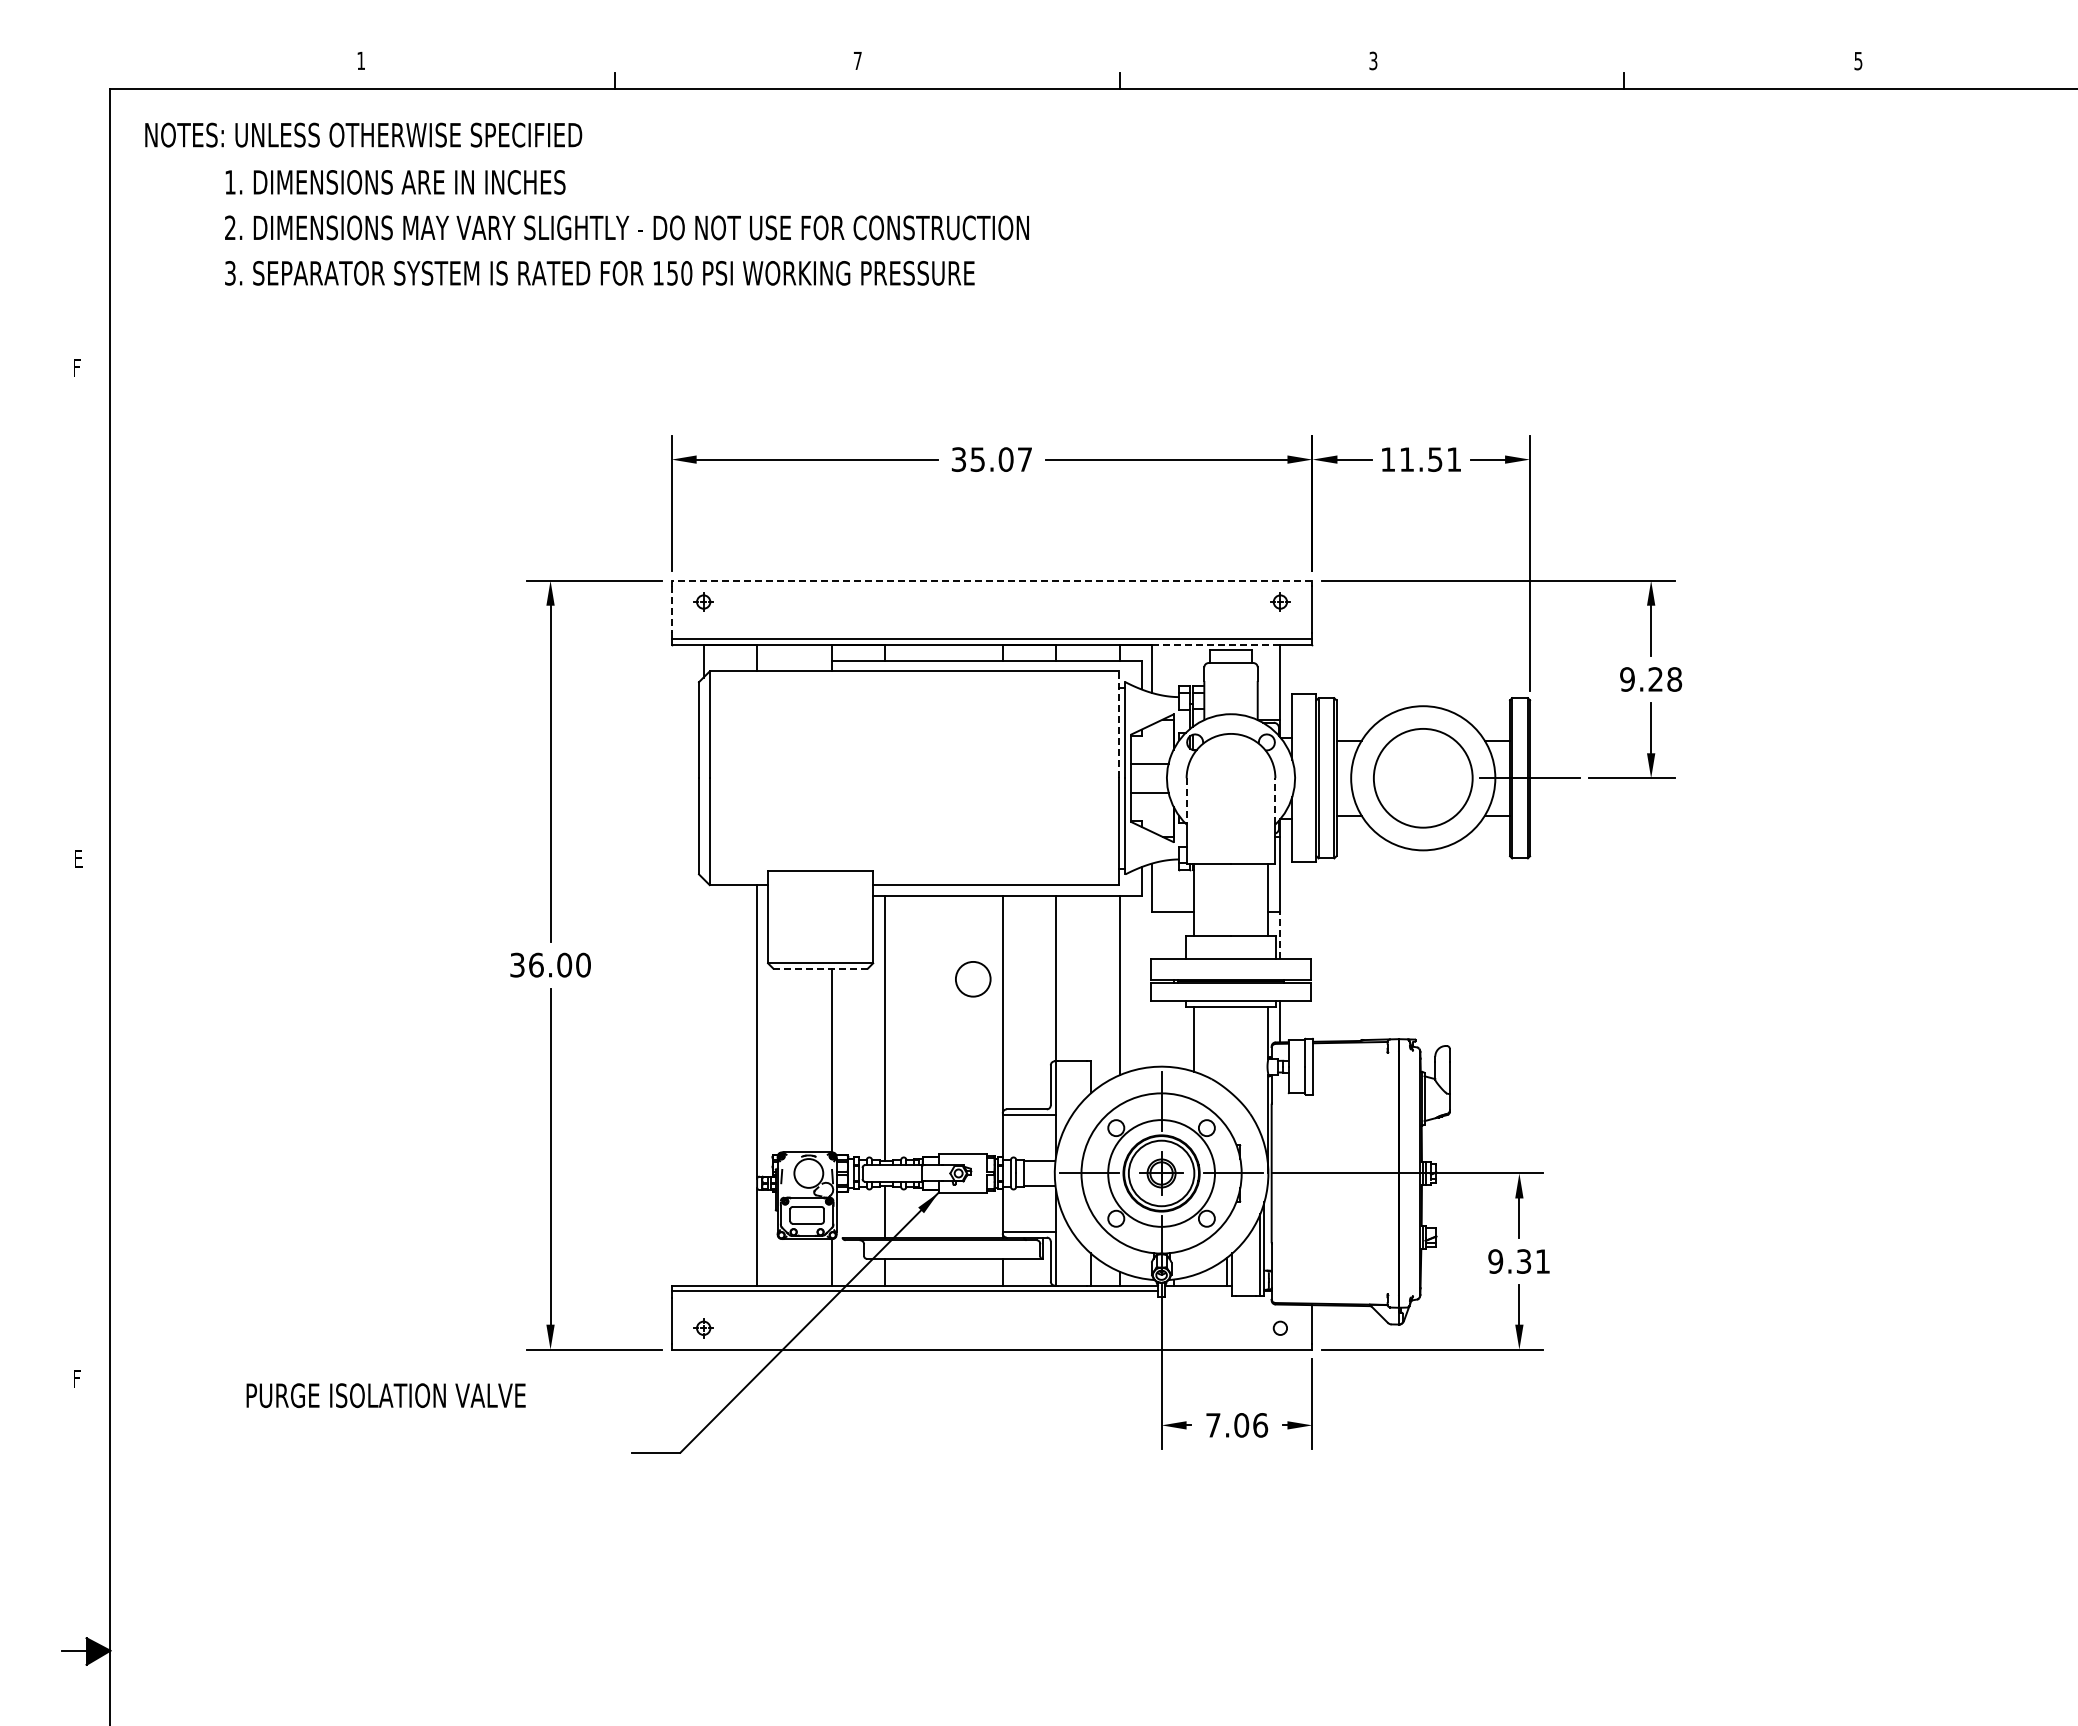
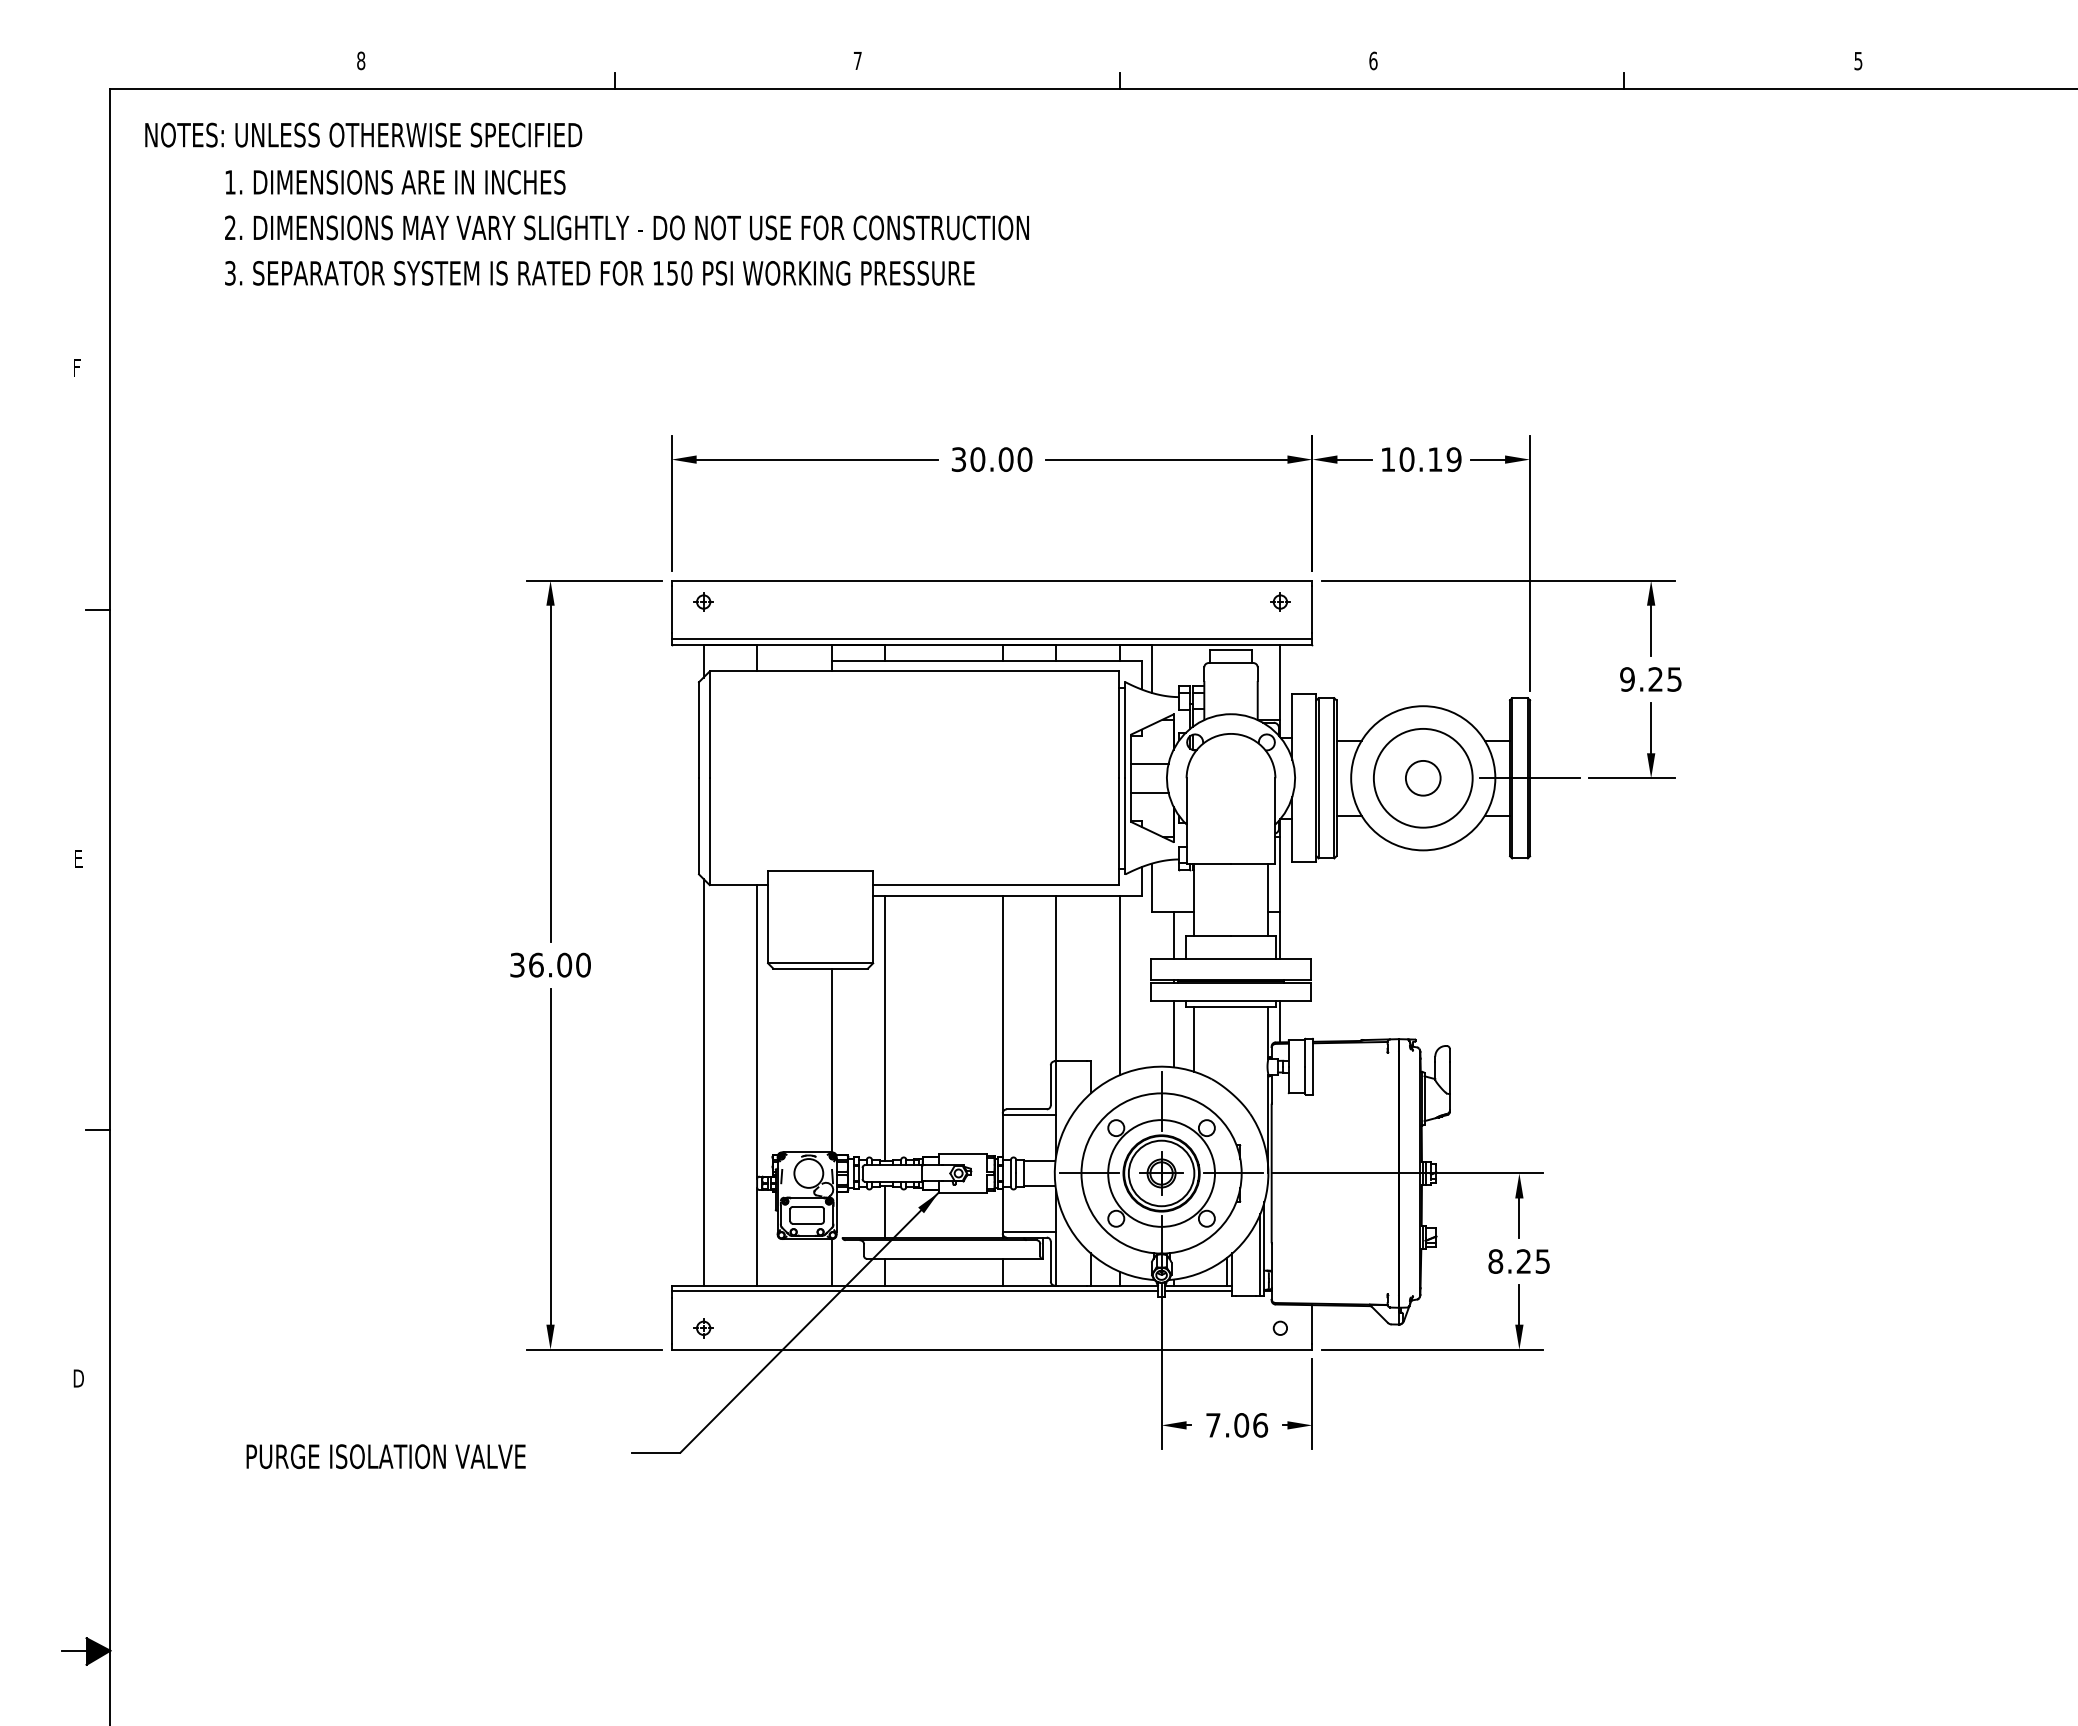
text at (361, 60): 1 -> 8
text at (1373, 60): 3 -> 6
text at (1001, 459): 35.07 -> 30.00
text at (1430, 459): 11.51 -> 10.19
line at (991, 580): dashed -> solid
line at (98, 609): none -> present
line at (671, 609): dashed -> solid
line at (1215, 644): dashed -> solid
text at (1674, 679): 9.28 -> 9.25
line at (1119, 724): dashed -> solid
line at (1186, 800): dashed -> solid
line at (1275, 800): dashed -> solid
line at (1173, 934): none -> present
line at (1280, 934): dashed -> solid
line at (820, 968): dashed -> solid
circle at (973, 979) position: (973, 979) -> (1423, 778)
line at (1173, 1034): none -> present
line at (703, 1082): none -> present
line at (98, 1130): none -> present
text at (1518, 1261): 9.31 -> 8.25
line at (1198, 1290): none -> present
text at (78, 1378): F -> D
text at (385, 1395) position: (385, 1395) -> (385, 1456)
